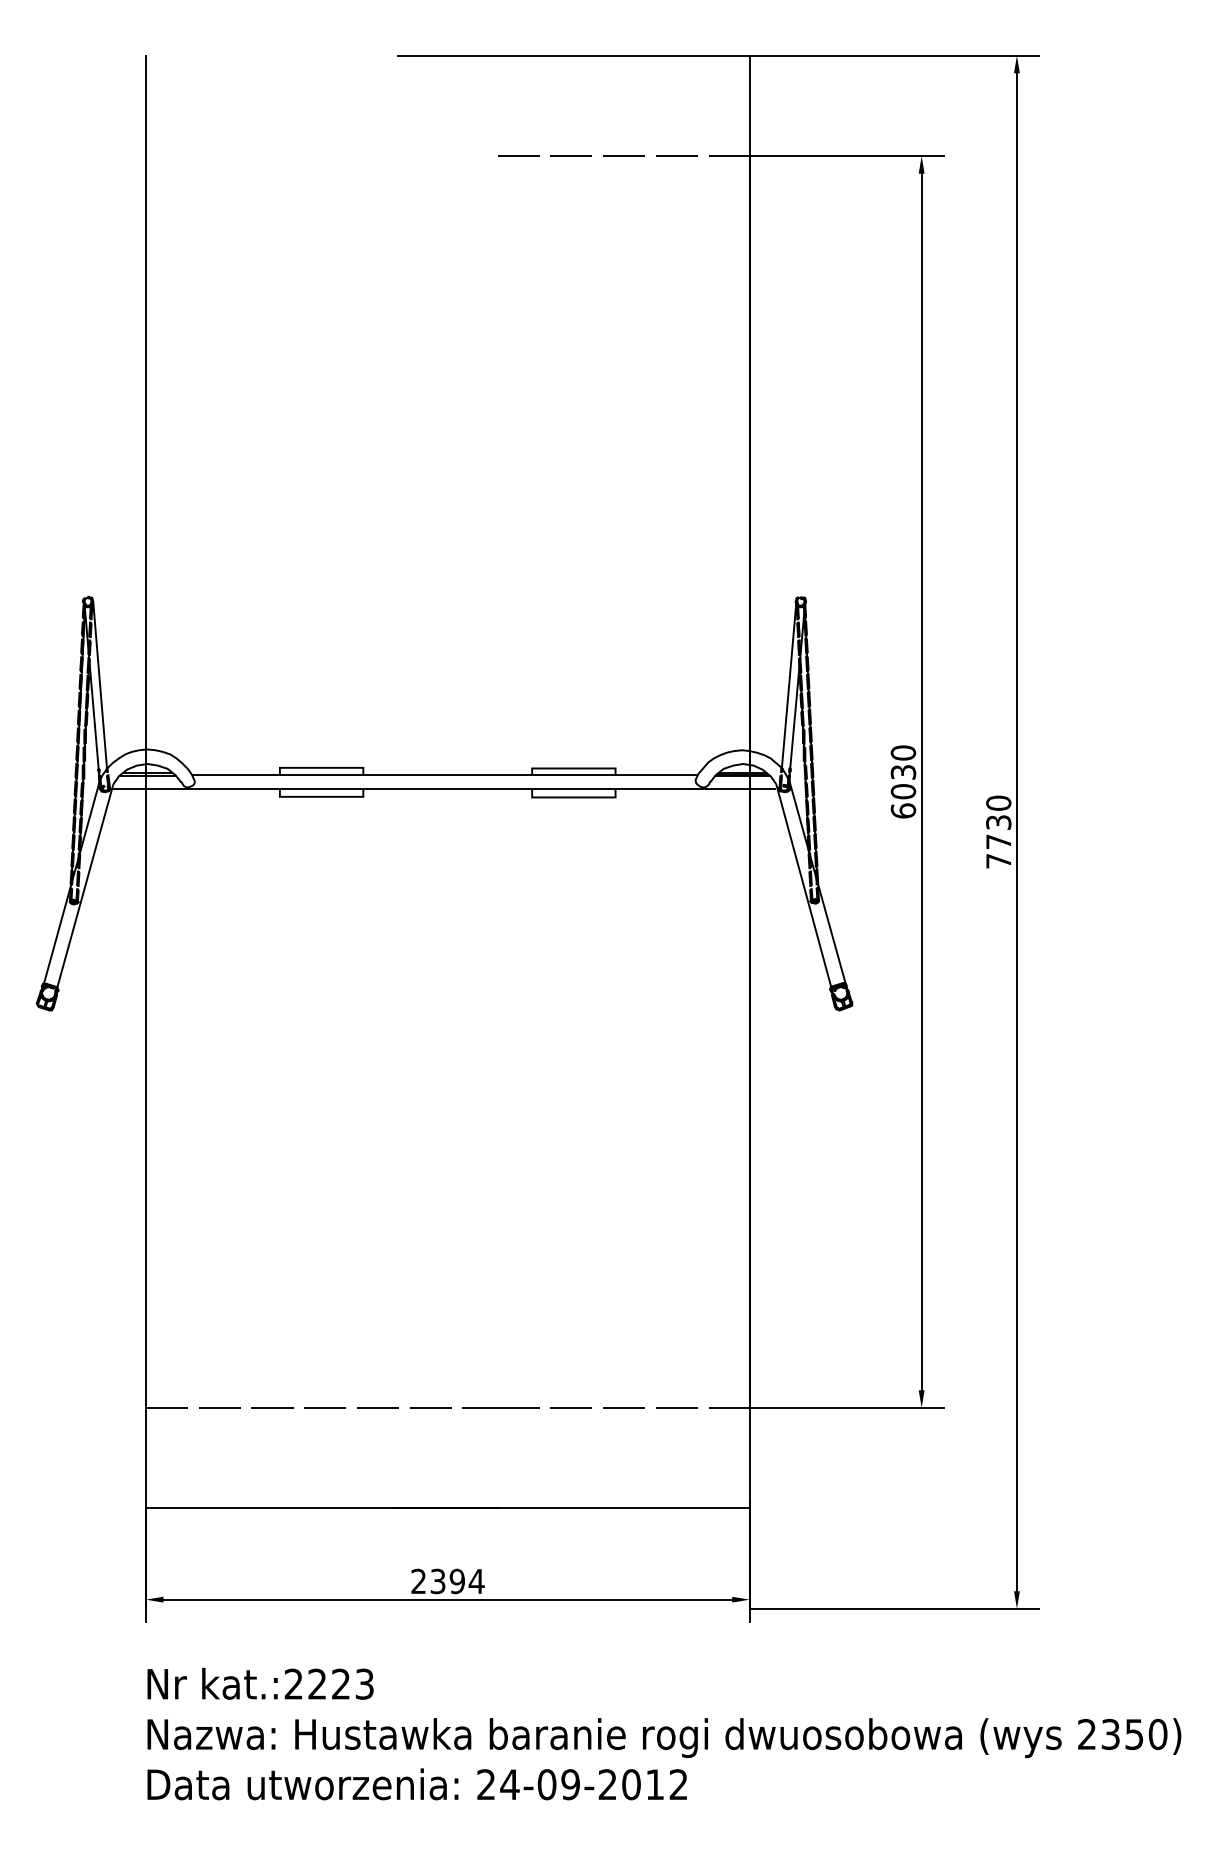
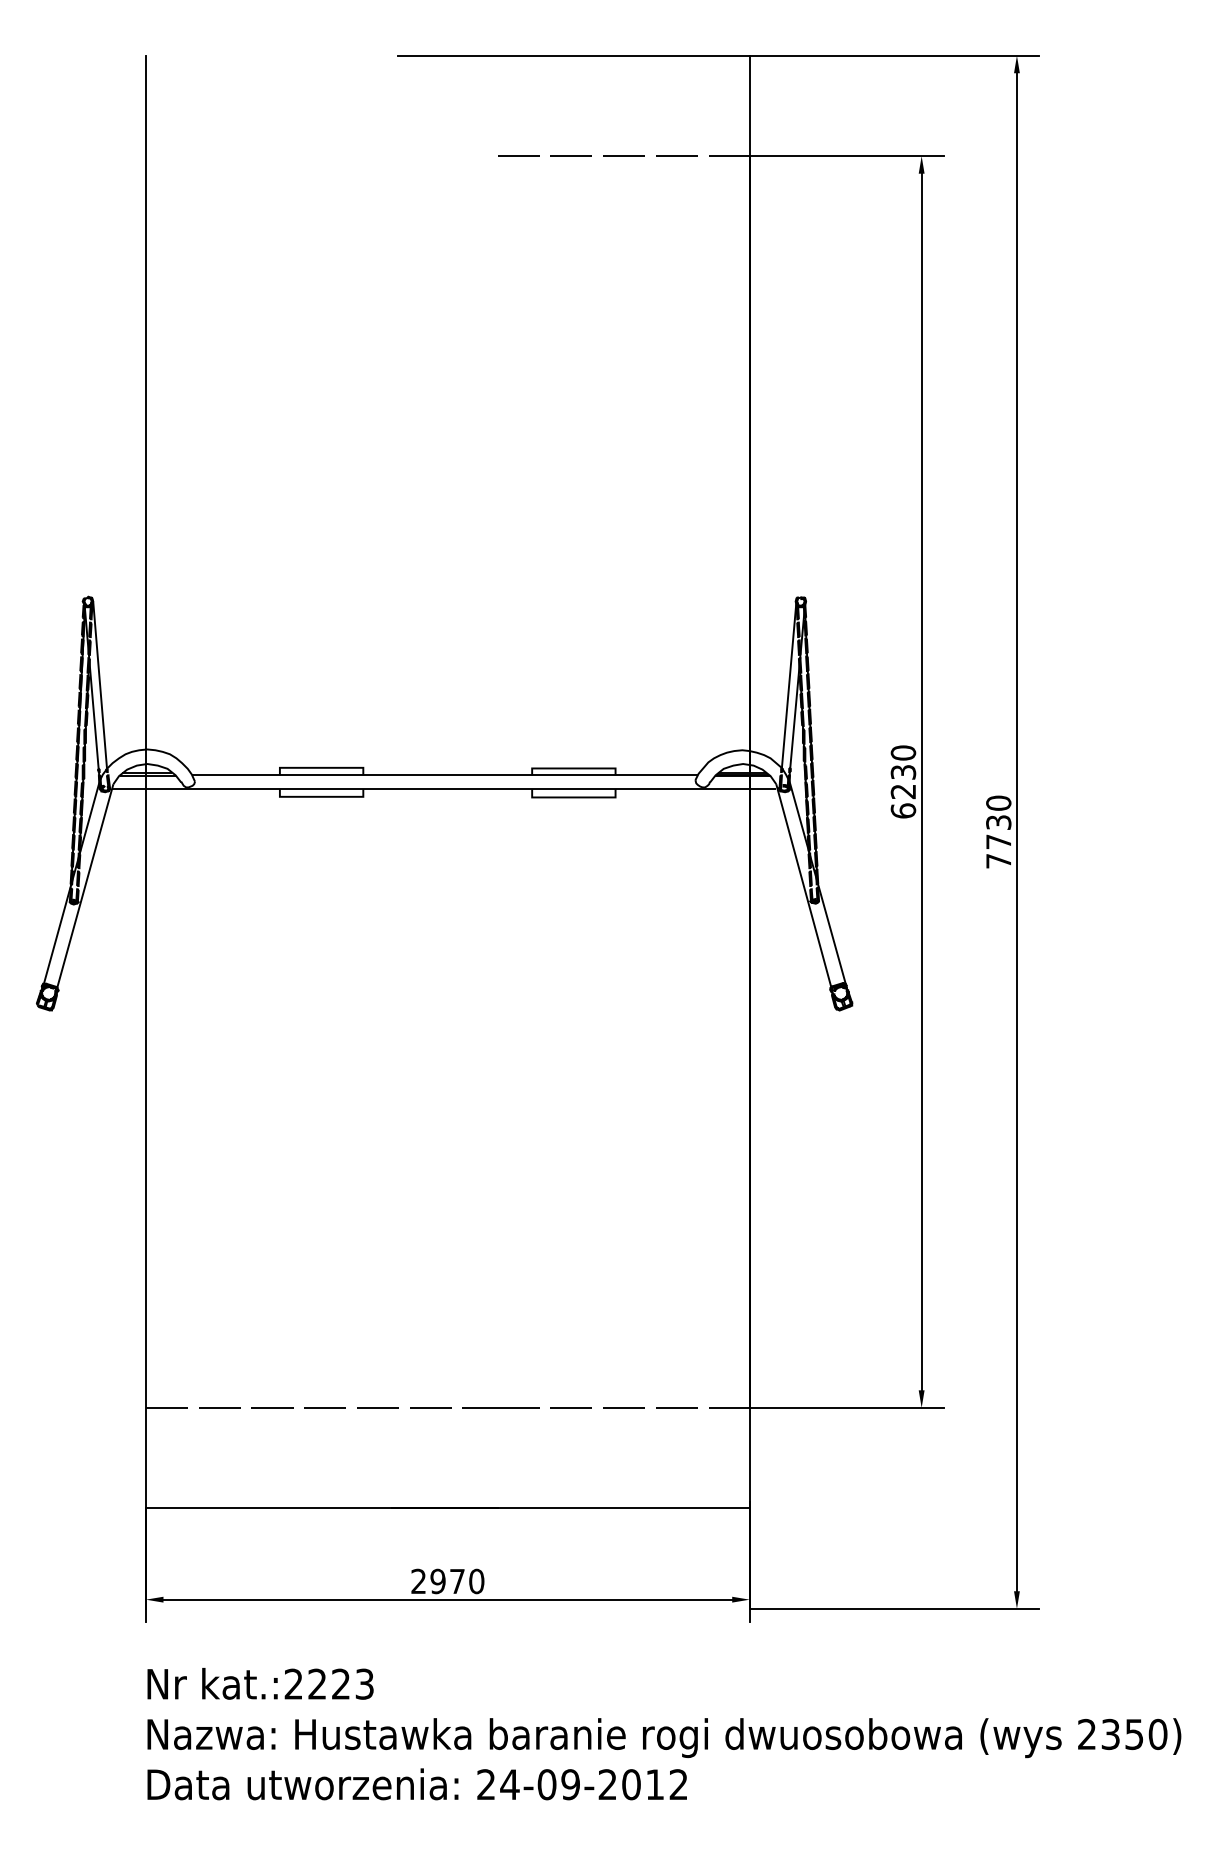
text at (903, 791): 6030 -> 6230
text at (457, 1581): 2394 -> 2970
